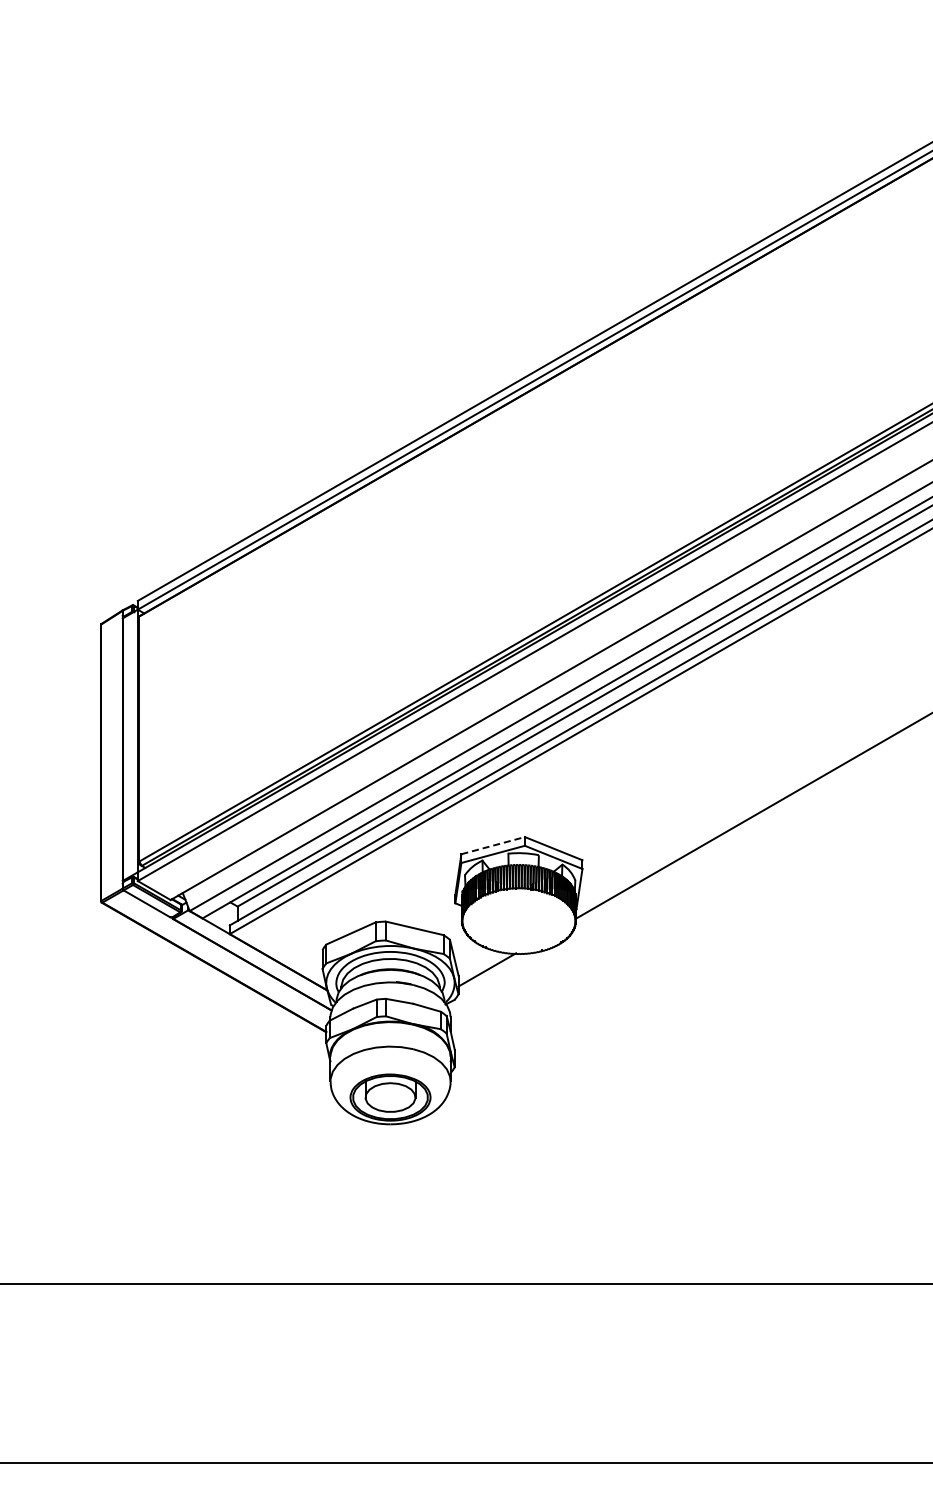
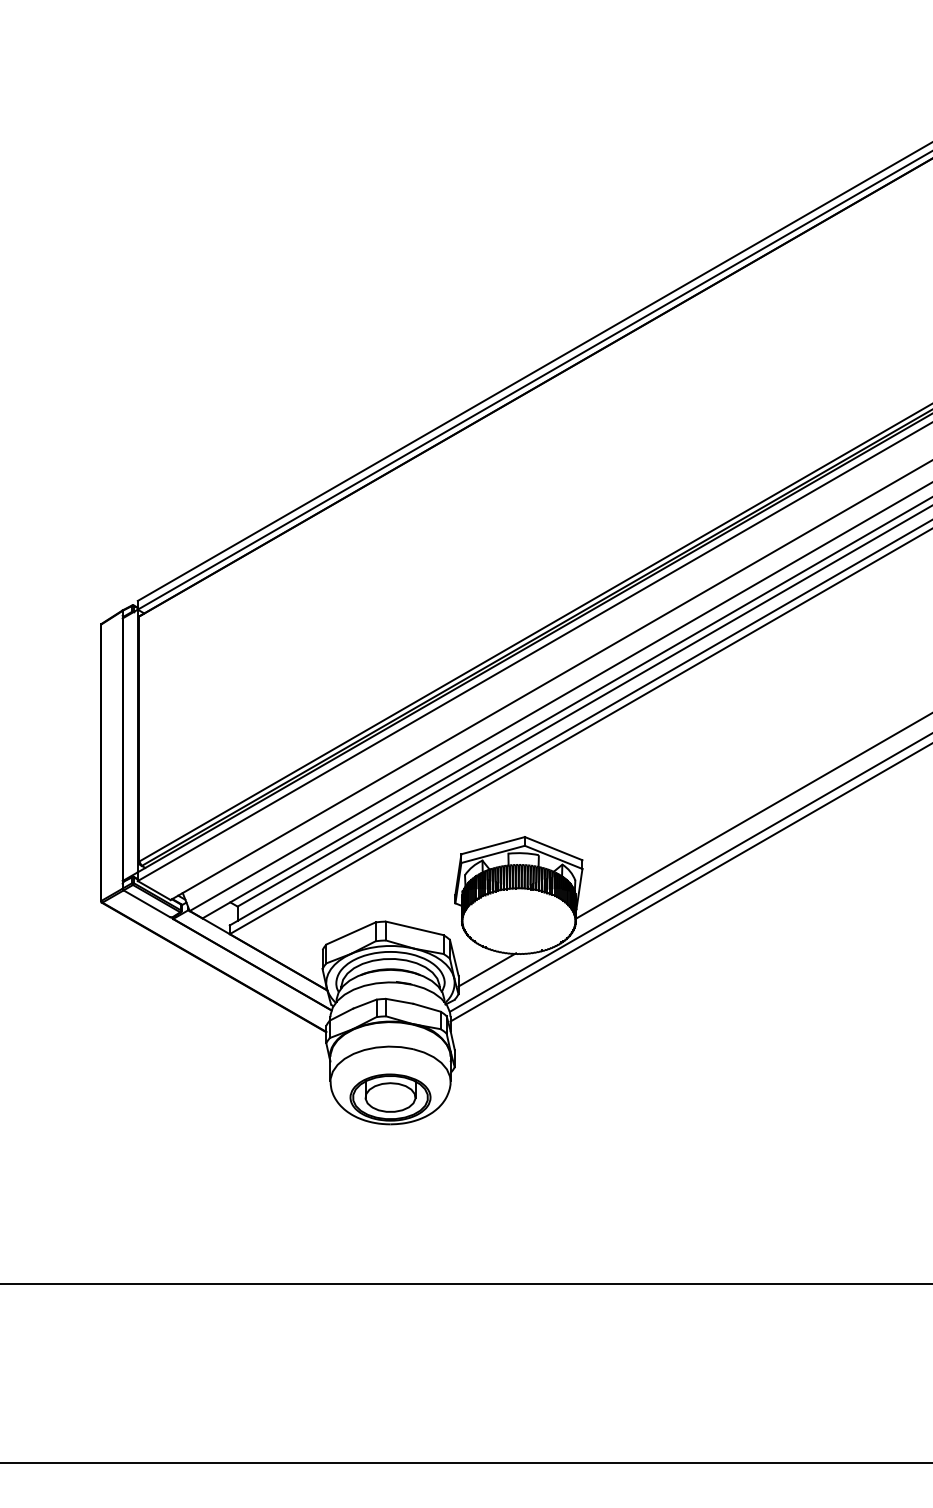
line at (493, 845): dashed -> solid
line at (689, 872): none -> present
line at (689, 882): none -> present
